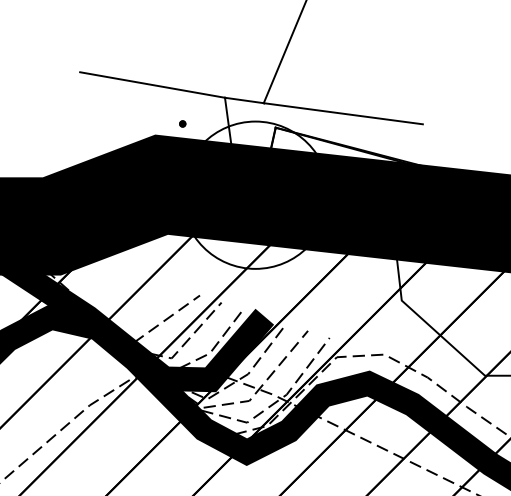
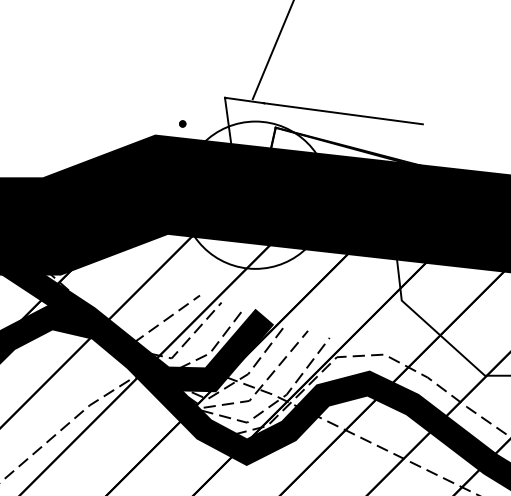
line at (284, 52) position: (284, 52) -> (272, 50)
line at (152, 84): present -> none
